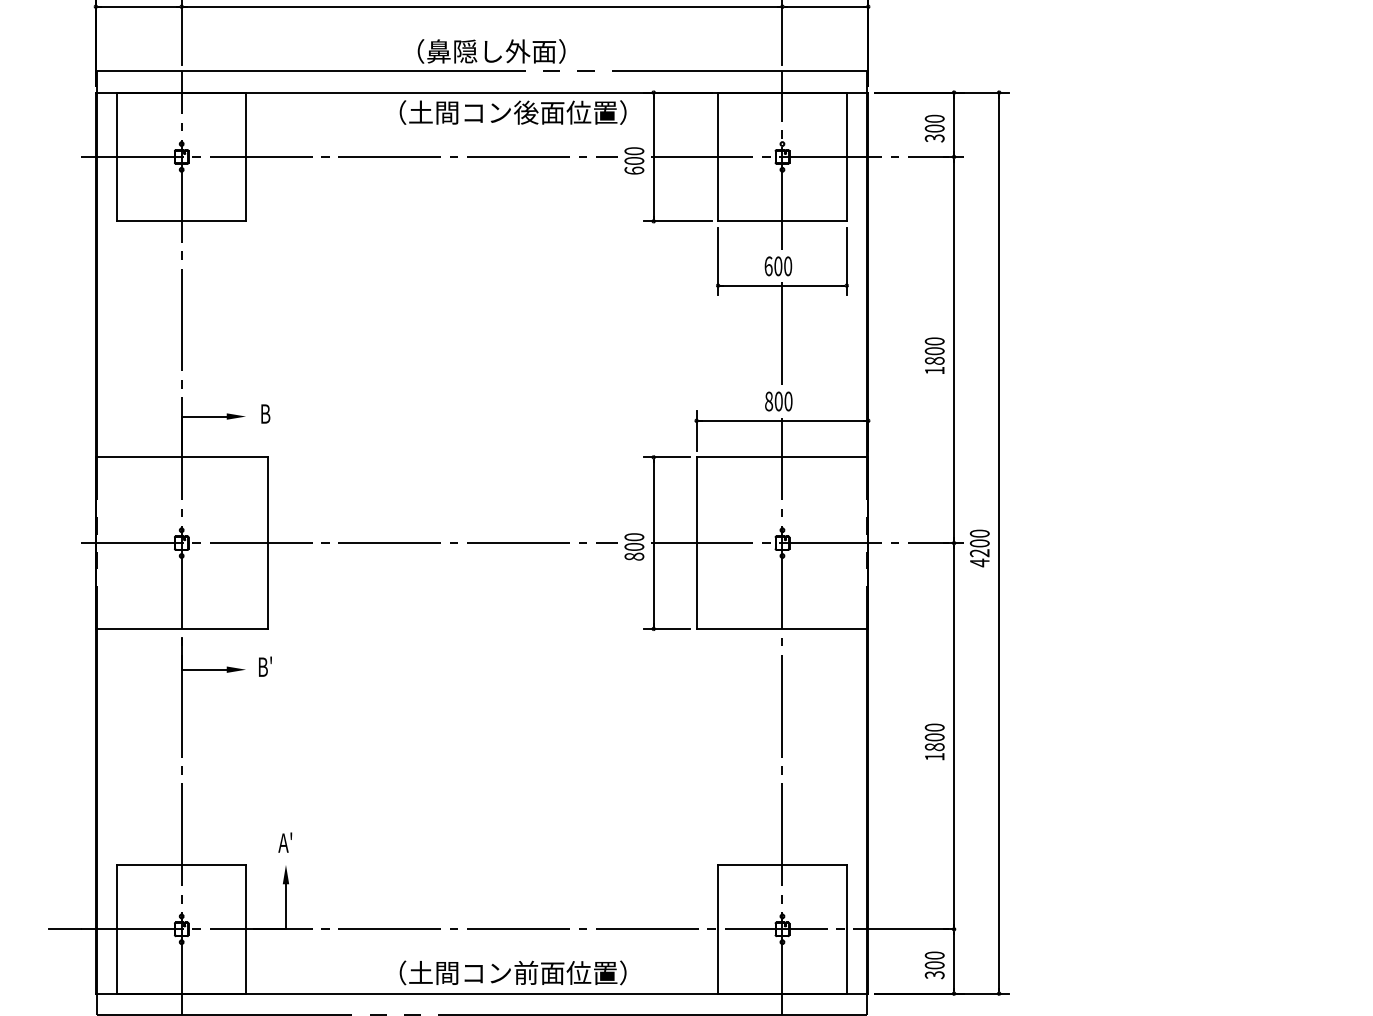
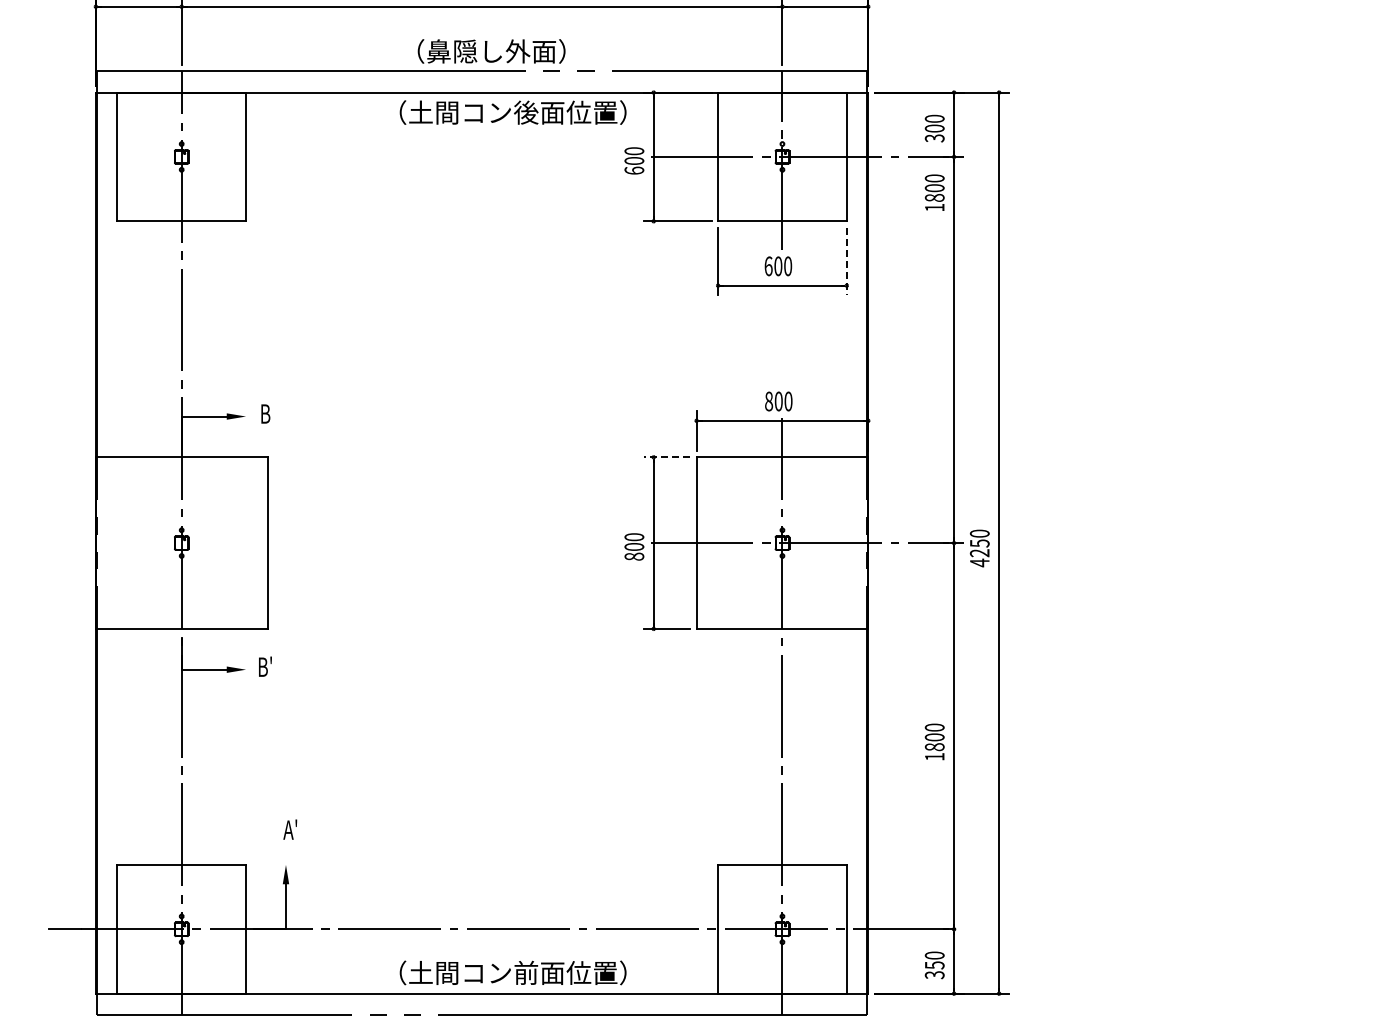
line at (349, 156): present -> none
line at (846, 261): solid -> dashed
line at (782, 333): present -> none
text at (934, 355) position: (934, 355) -> (934, 192)
line at (666, 457): solid -> dashed
line at (349, 543): present -> none
text at (979, 543): 4200 -> 4250
text at (285, 842) position: (285, 842) -> (290, 829)
text at (934, 965): 300 -> 350
